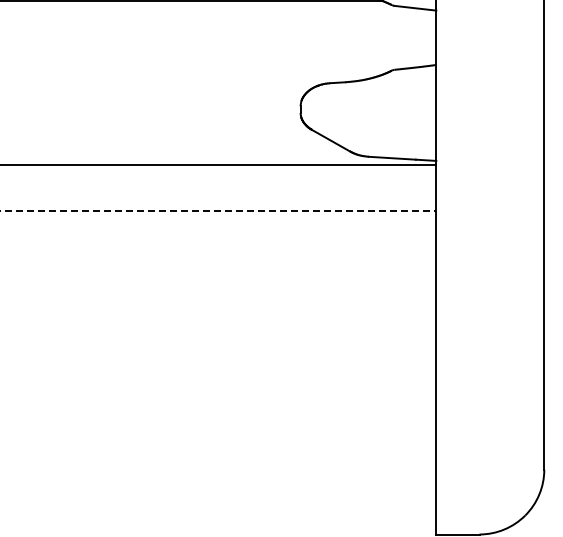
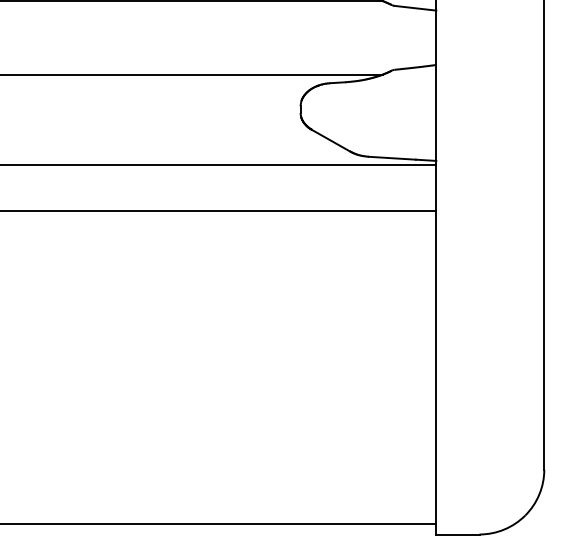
line at (192, 74): none -> present
line at (218, 210): dashed -> solid
line at (219, 523): none -> present
